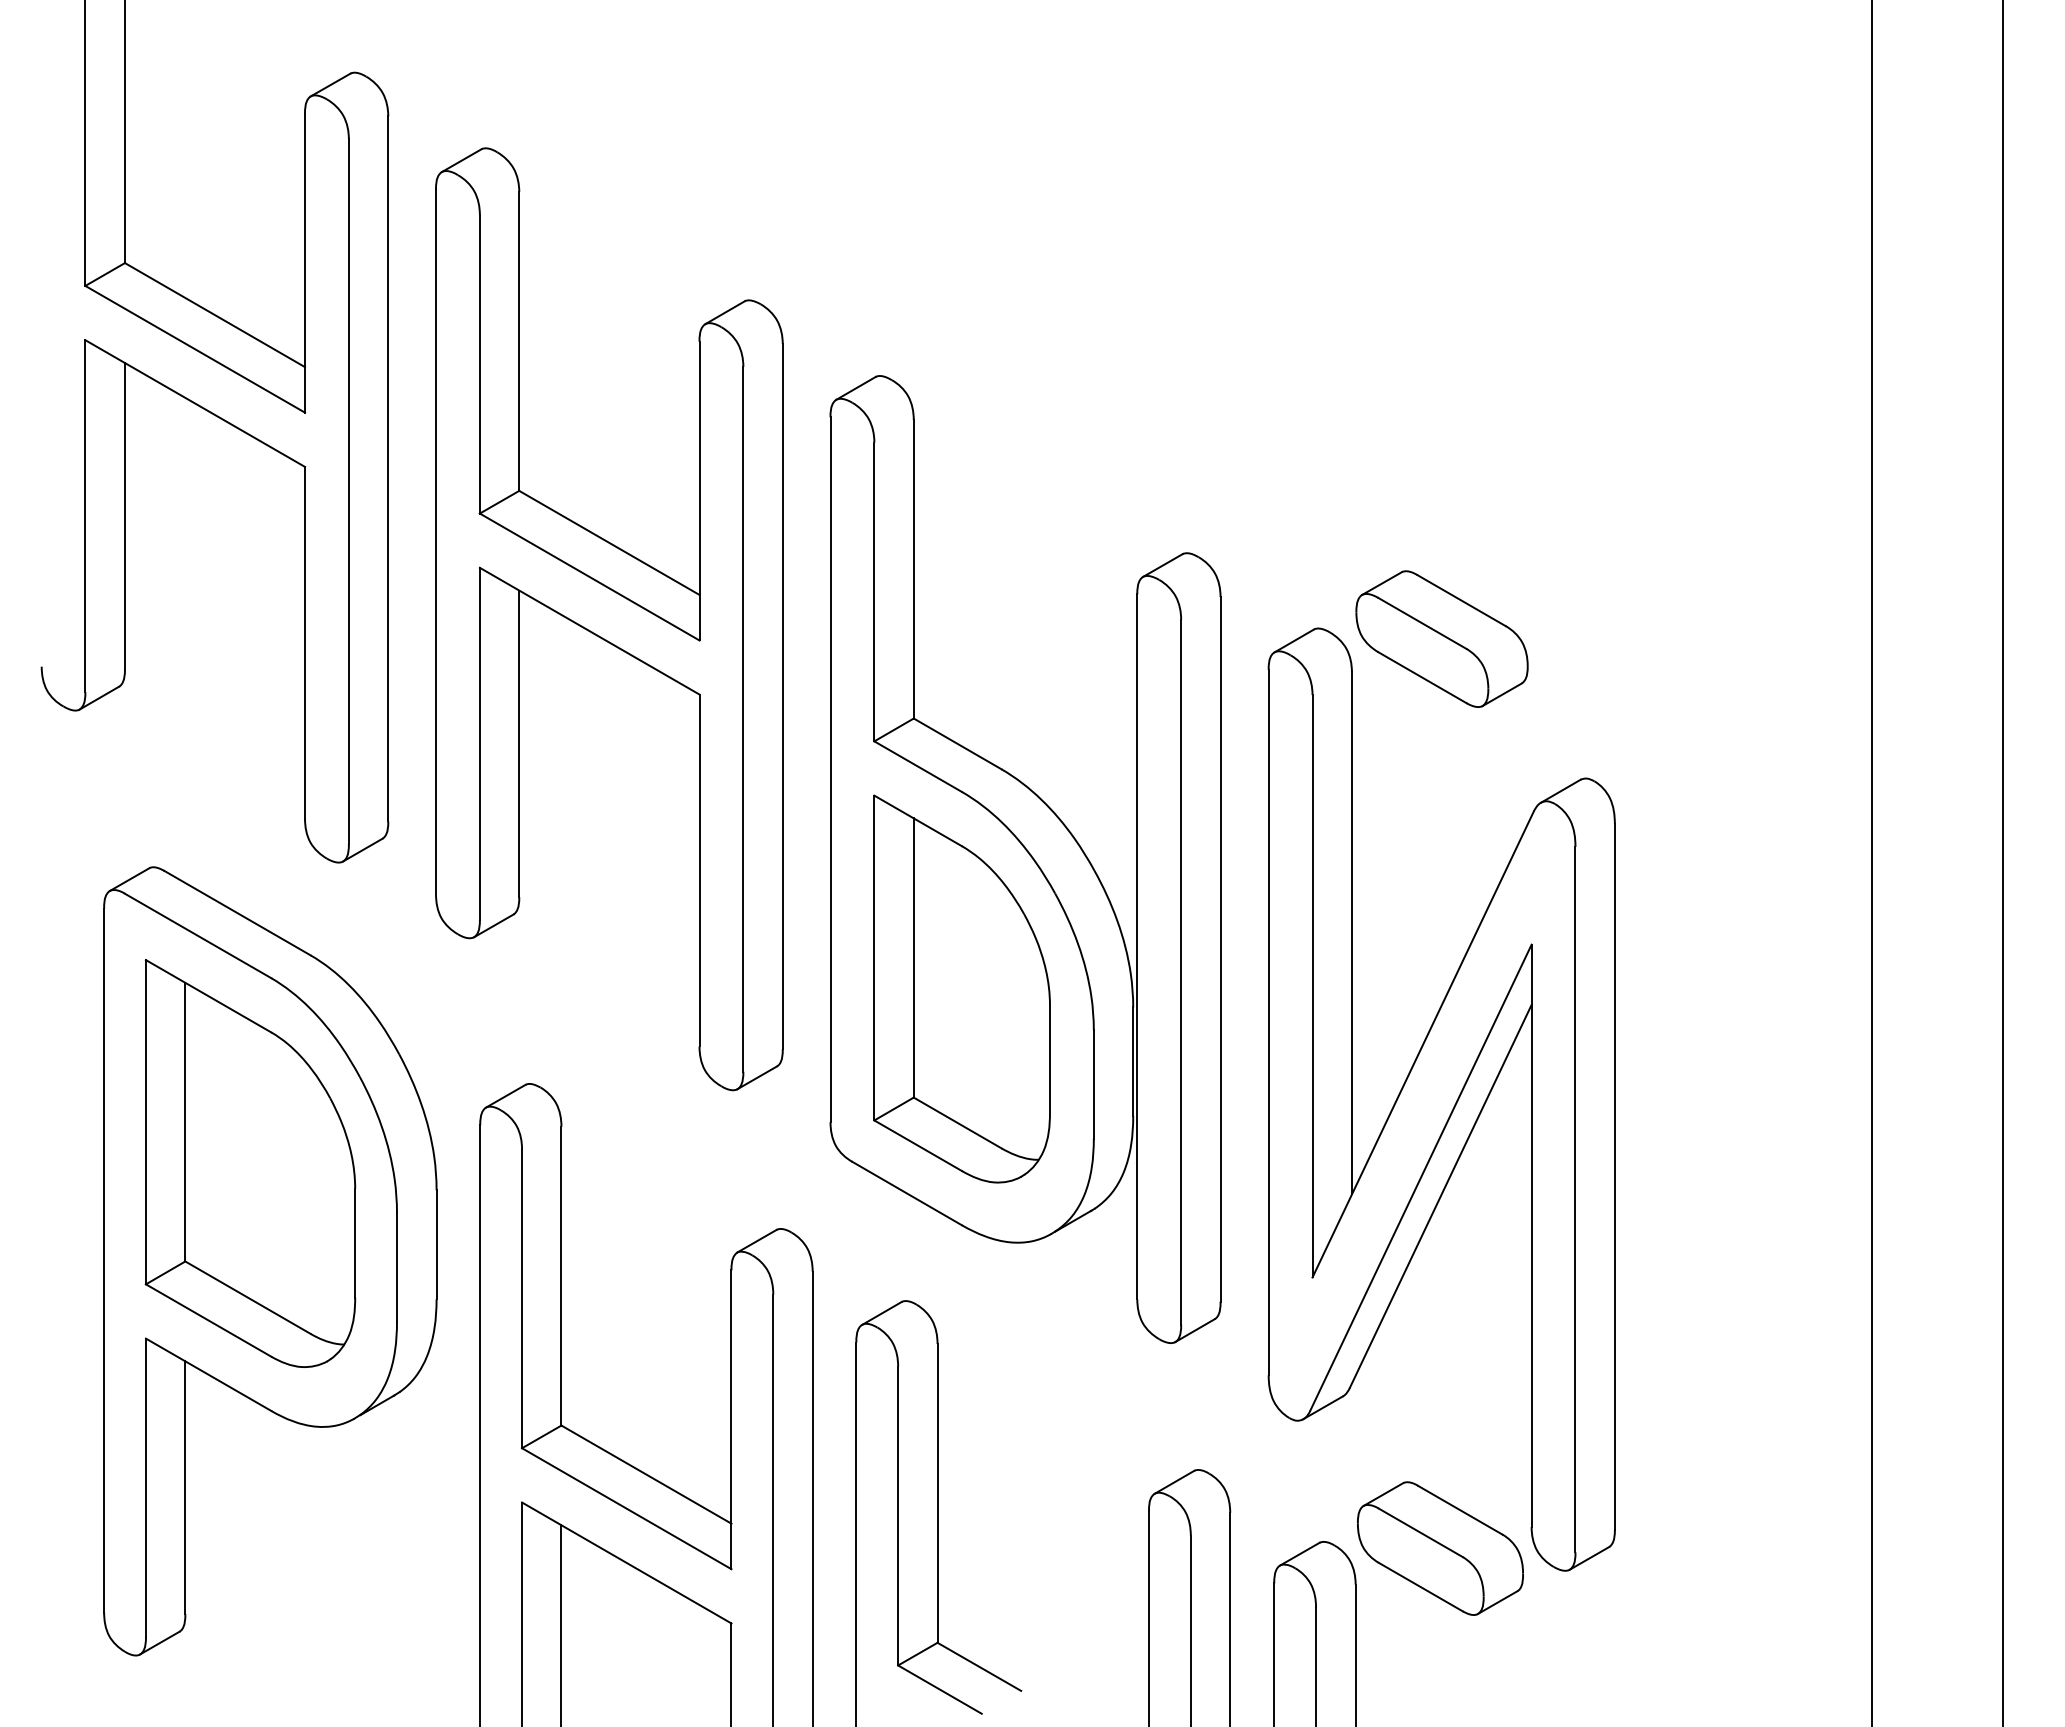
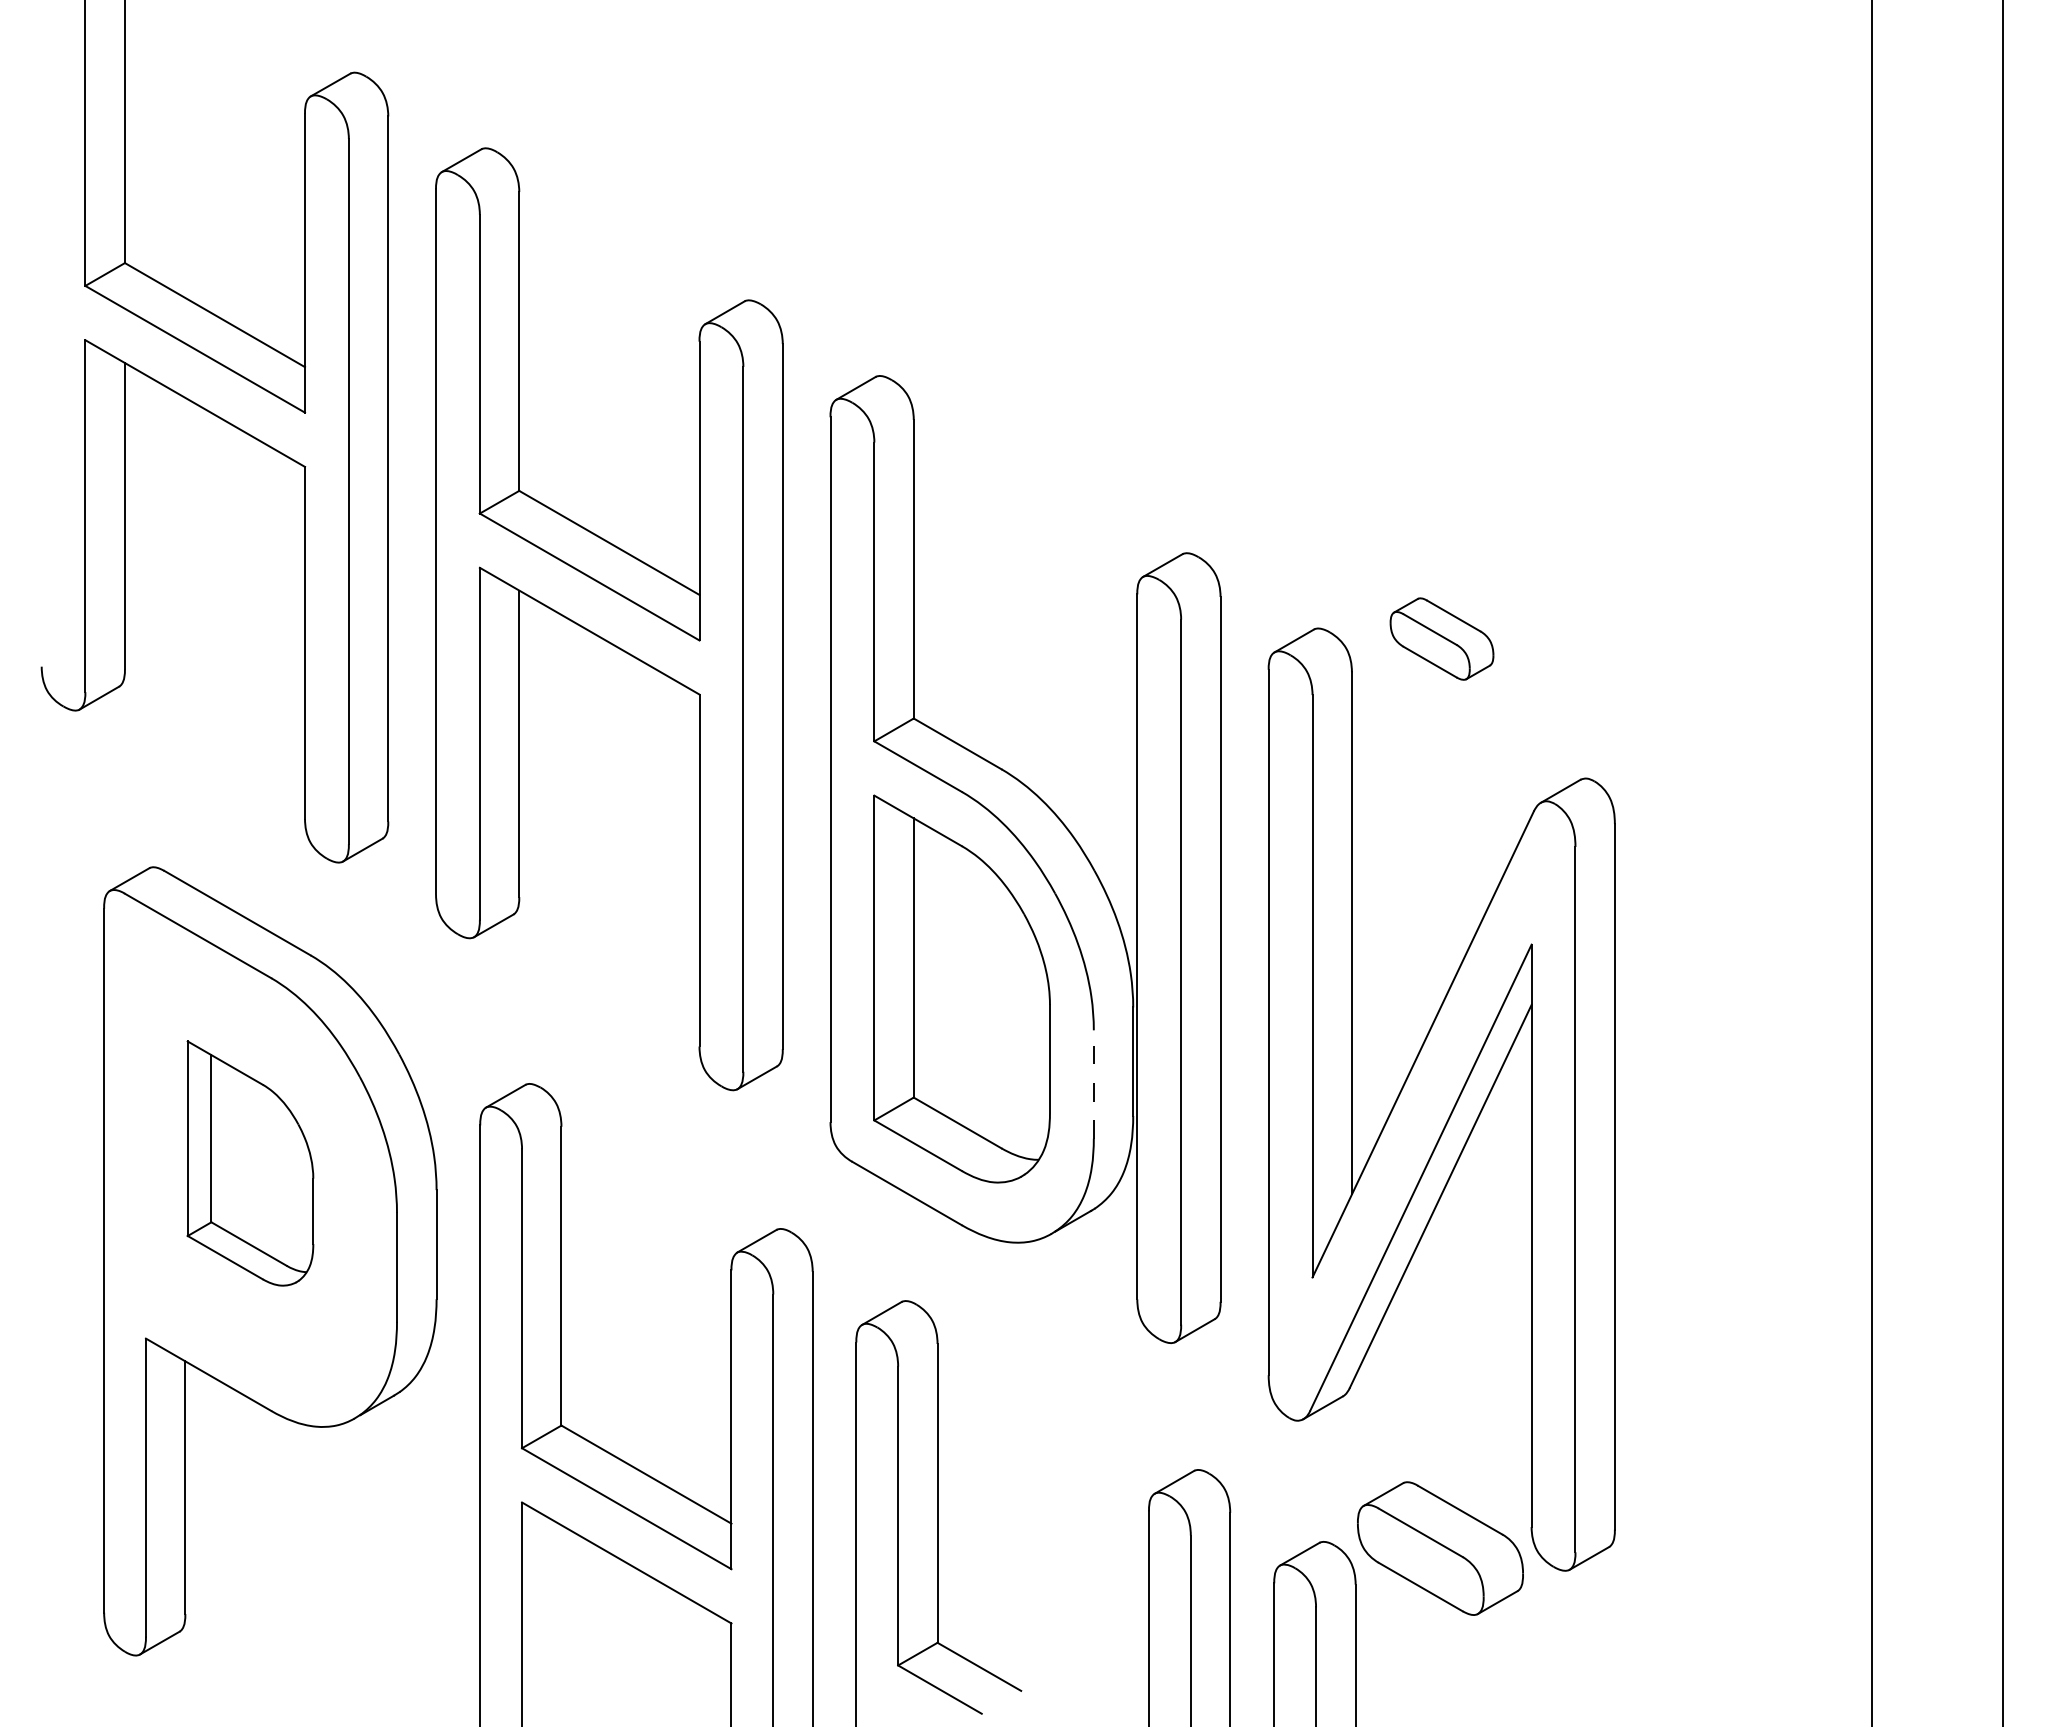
part at (1441, 638) size: 174x138 px -> 106x84 px
line at (1093, 1084): solid -> dashed
part at (250, 1163) size: 213x409 px -> 129x247 px
line at (561, 1624): present -> none
